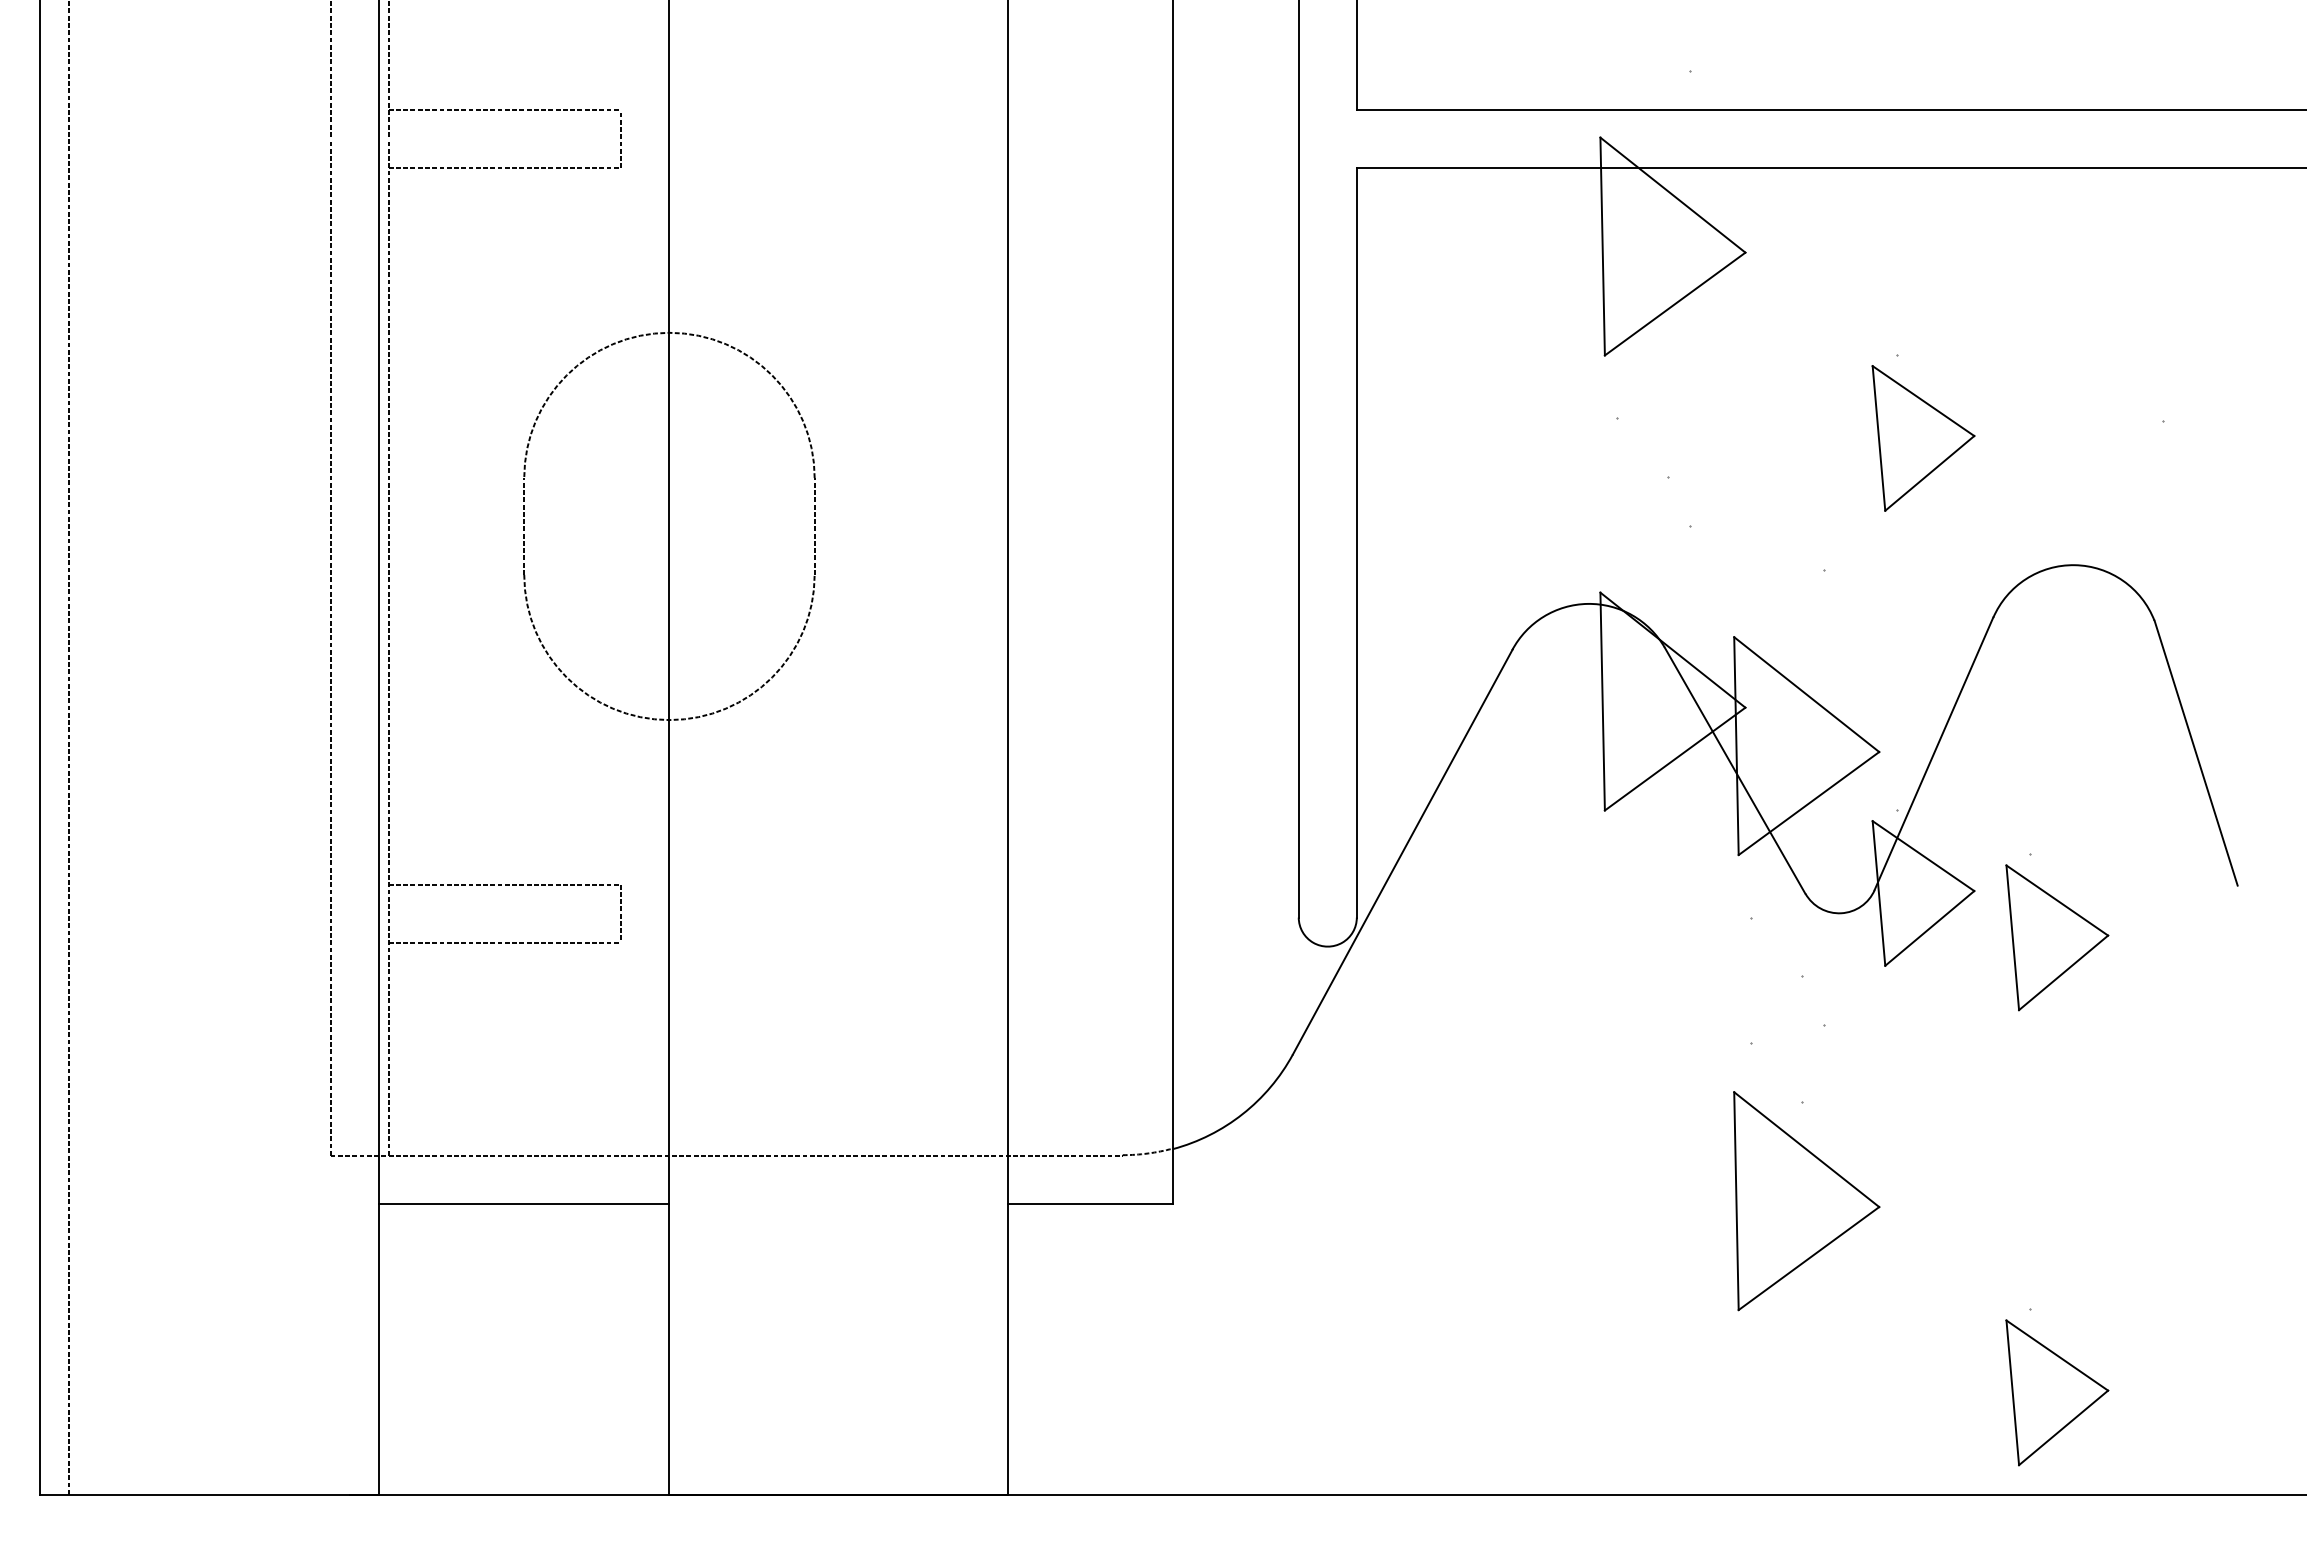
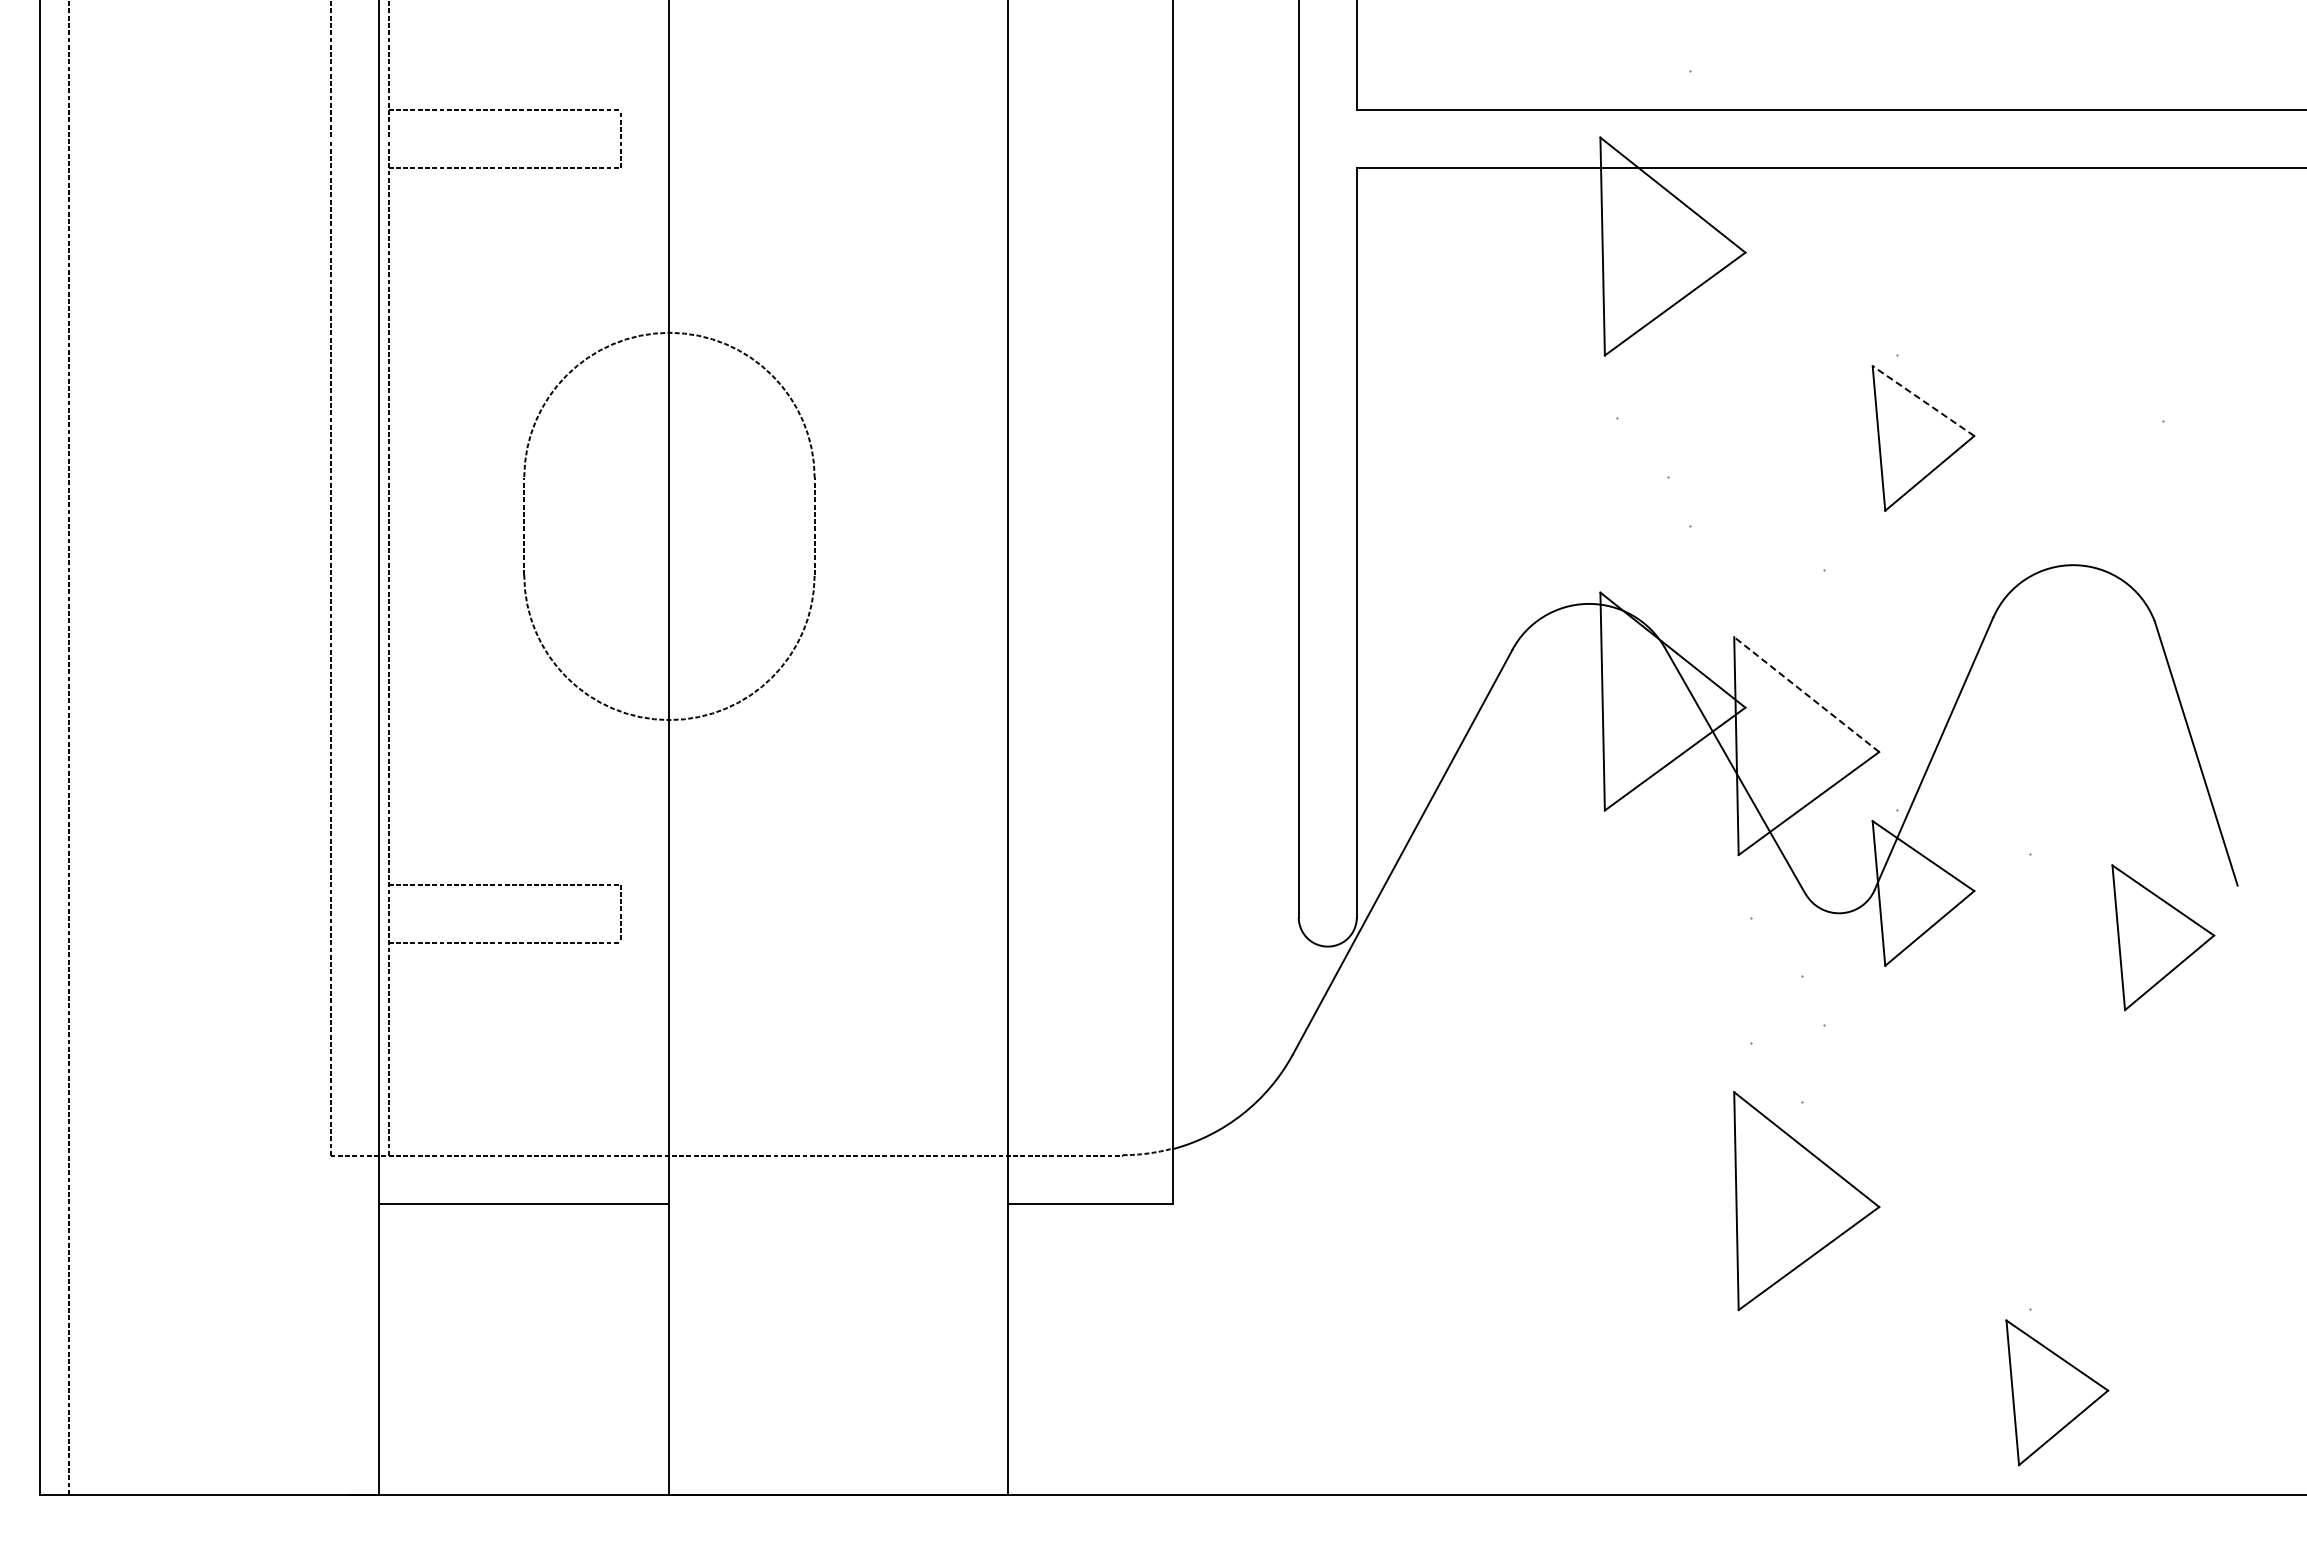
line at (1923, 401): solid -> dashed
line at (1806, 694): solid -> dashed
part at (2057, 937) position: (2057, 937) -> (2163, 937)
